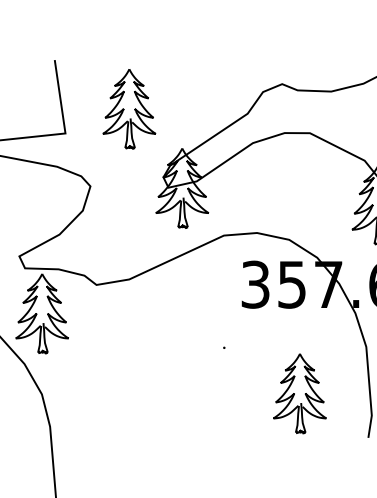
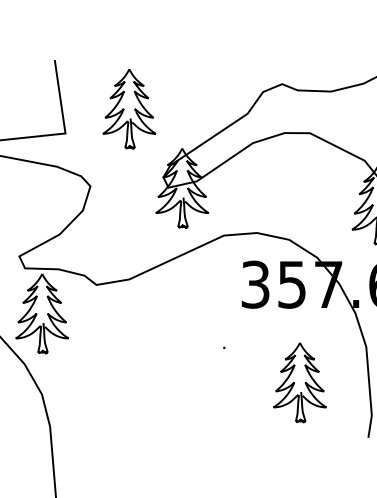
part at (299, 393) position: (299, 393) -> (299, 382)
